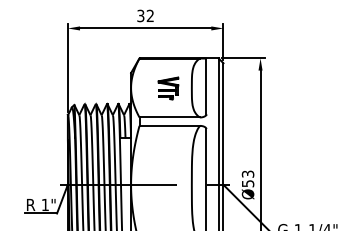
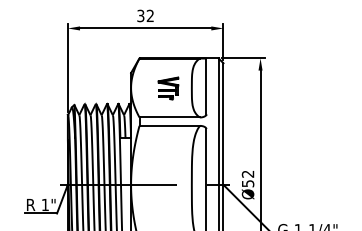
text at (248, 173): Ø53 -> Ø52
